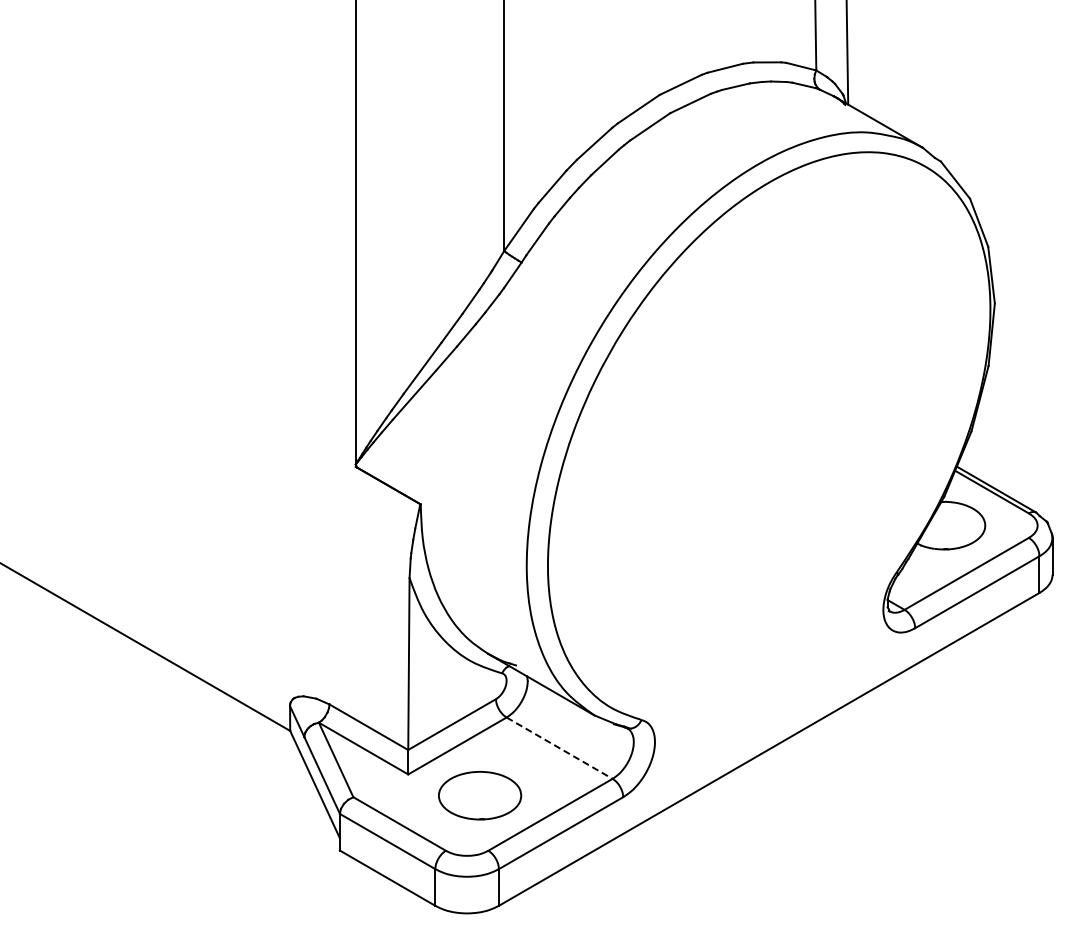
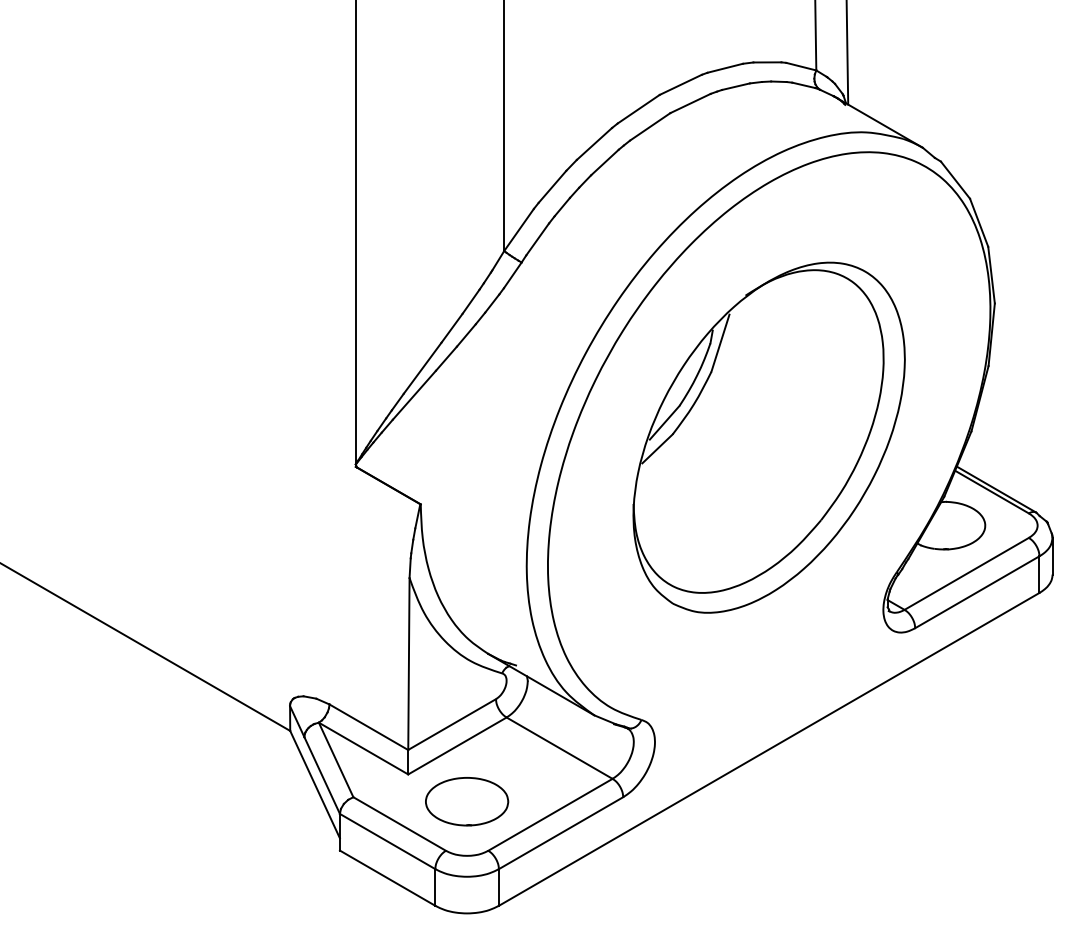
part at (768, 437): none -> present
line at (560, 748): dashed -> solid
part at (480, 795) position: (480, 795) -> (467, 801)
